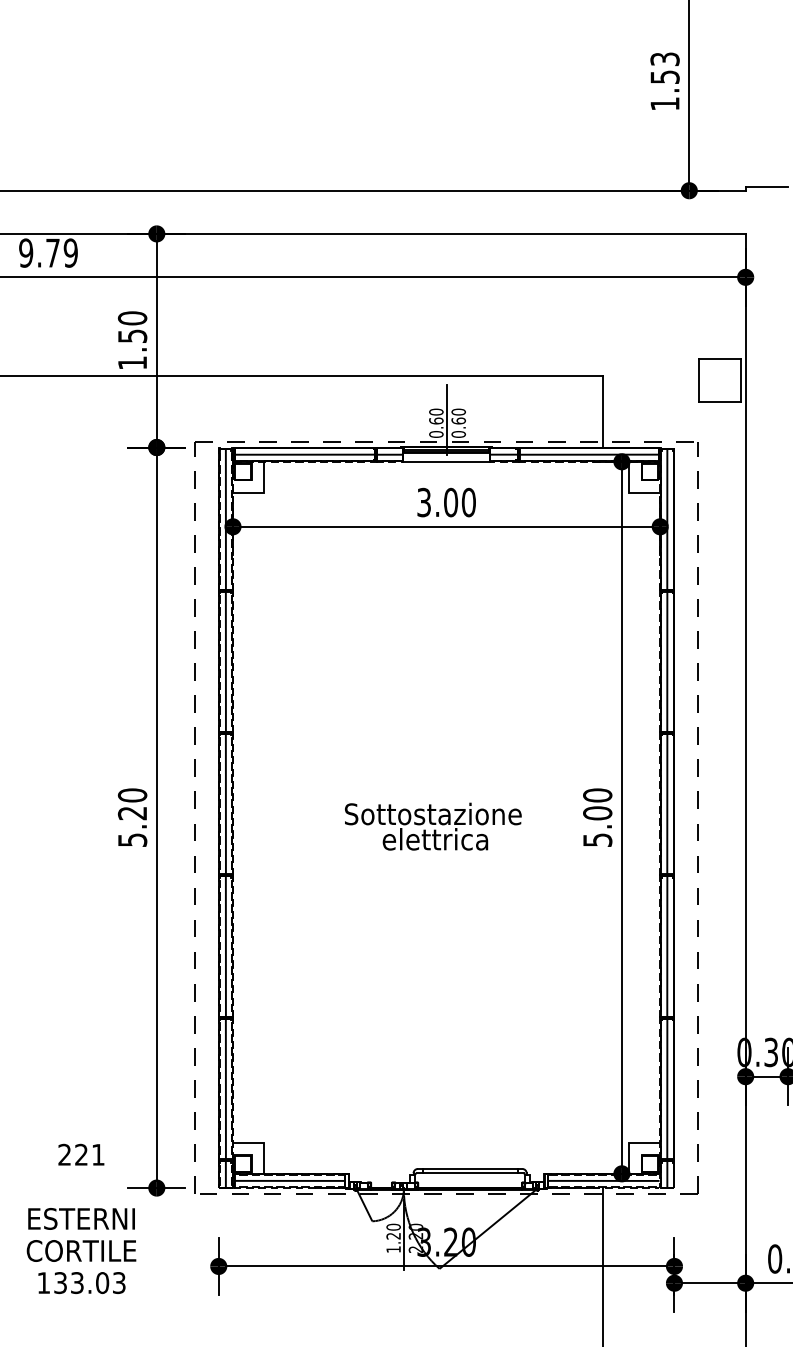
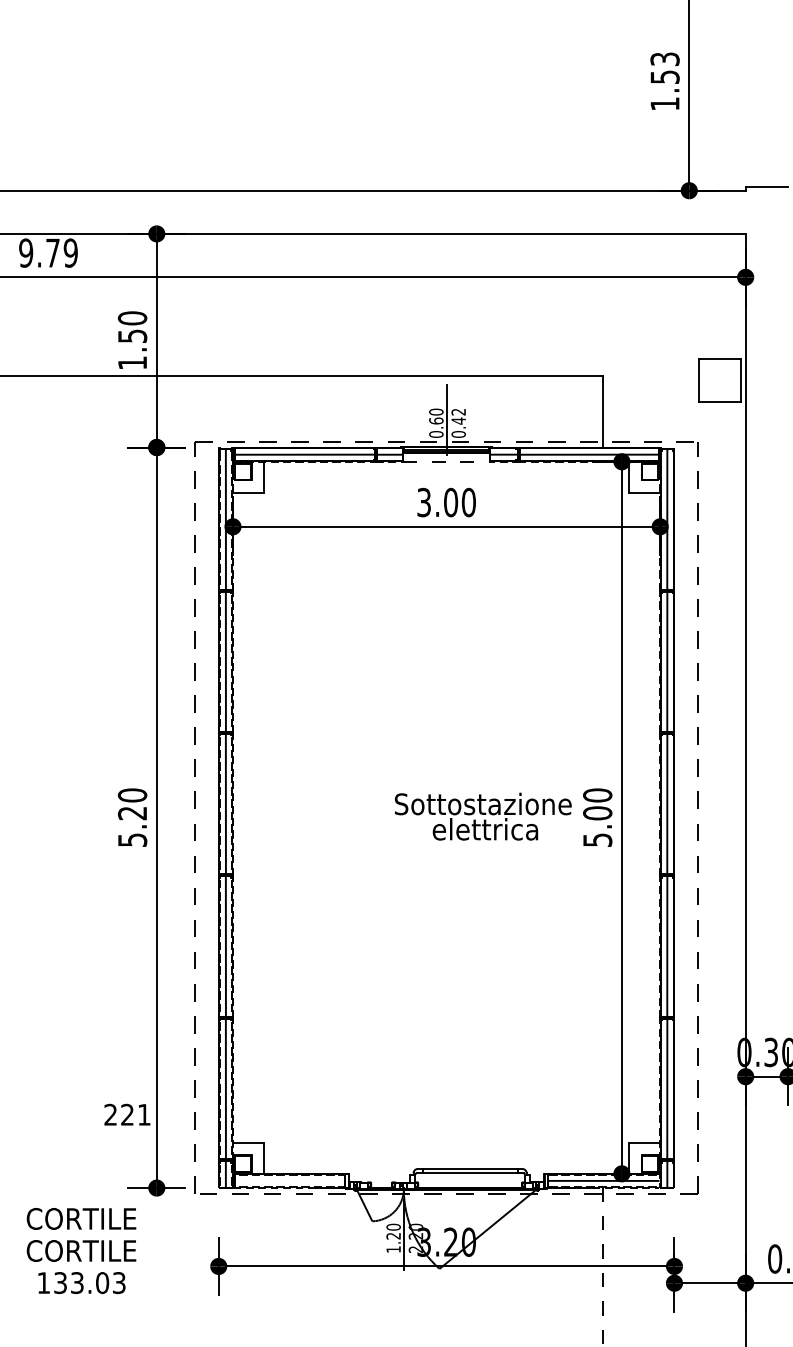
text at (458, 416): 0.60 -> 0.42
line at (447, 461): solid -> dashed
text at (433, 826) position: (433, 826) -> (483, 816)
text at (81, 1154) position: (81, 1154) -> (127, 1114)
line at (289, 1180): present -> none
text at (81, 1218): ESTERNI -> CORTILE
line at (603, 1267): solid -> dashed
